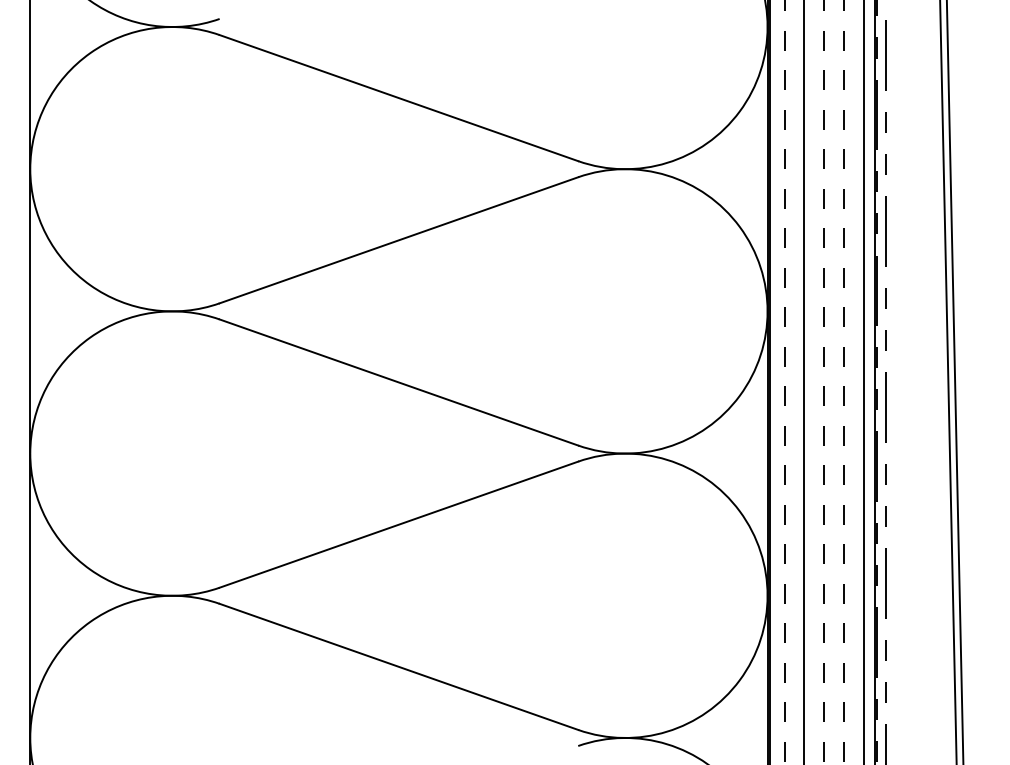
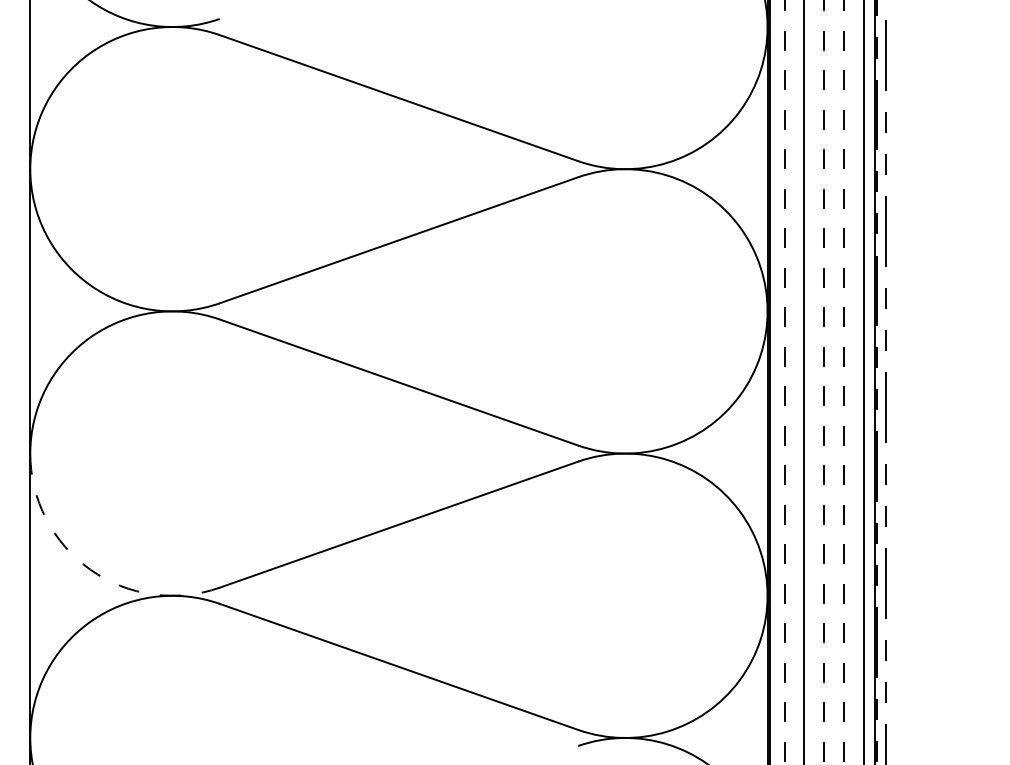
line at (948, 381): present -> none
line at (954, 381): present -> none
arc at (90, 569): solid -> dashed
